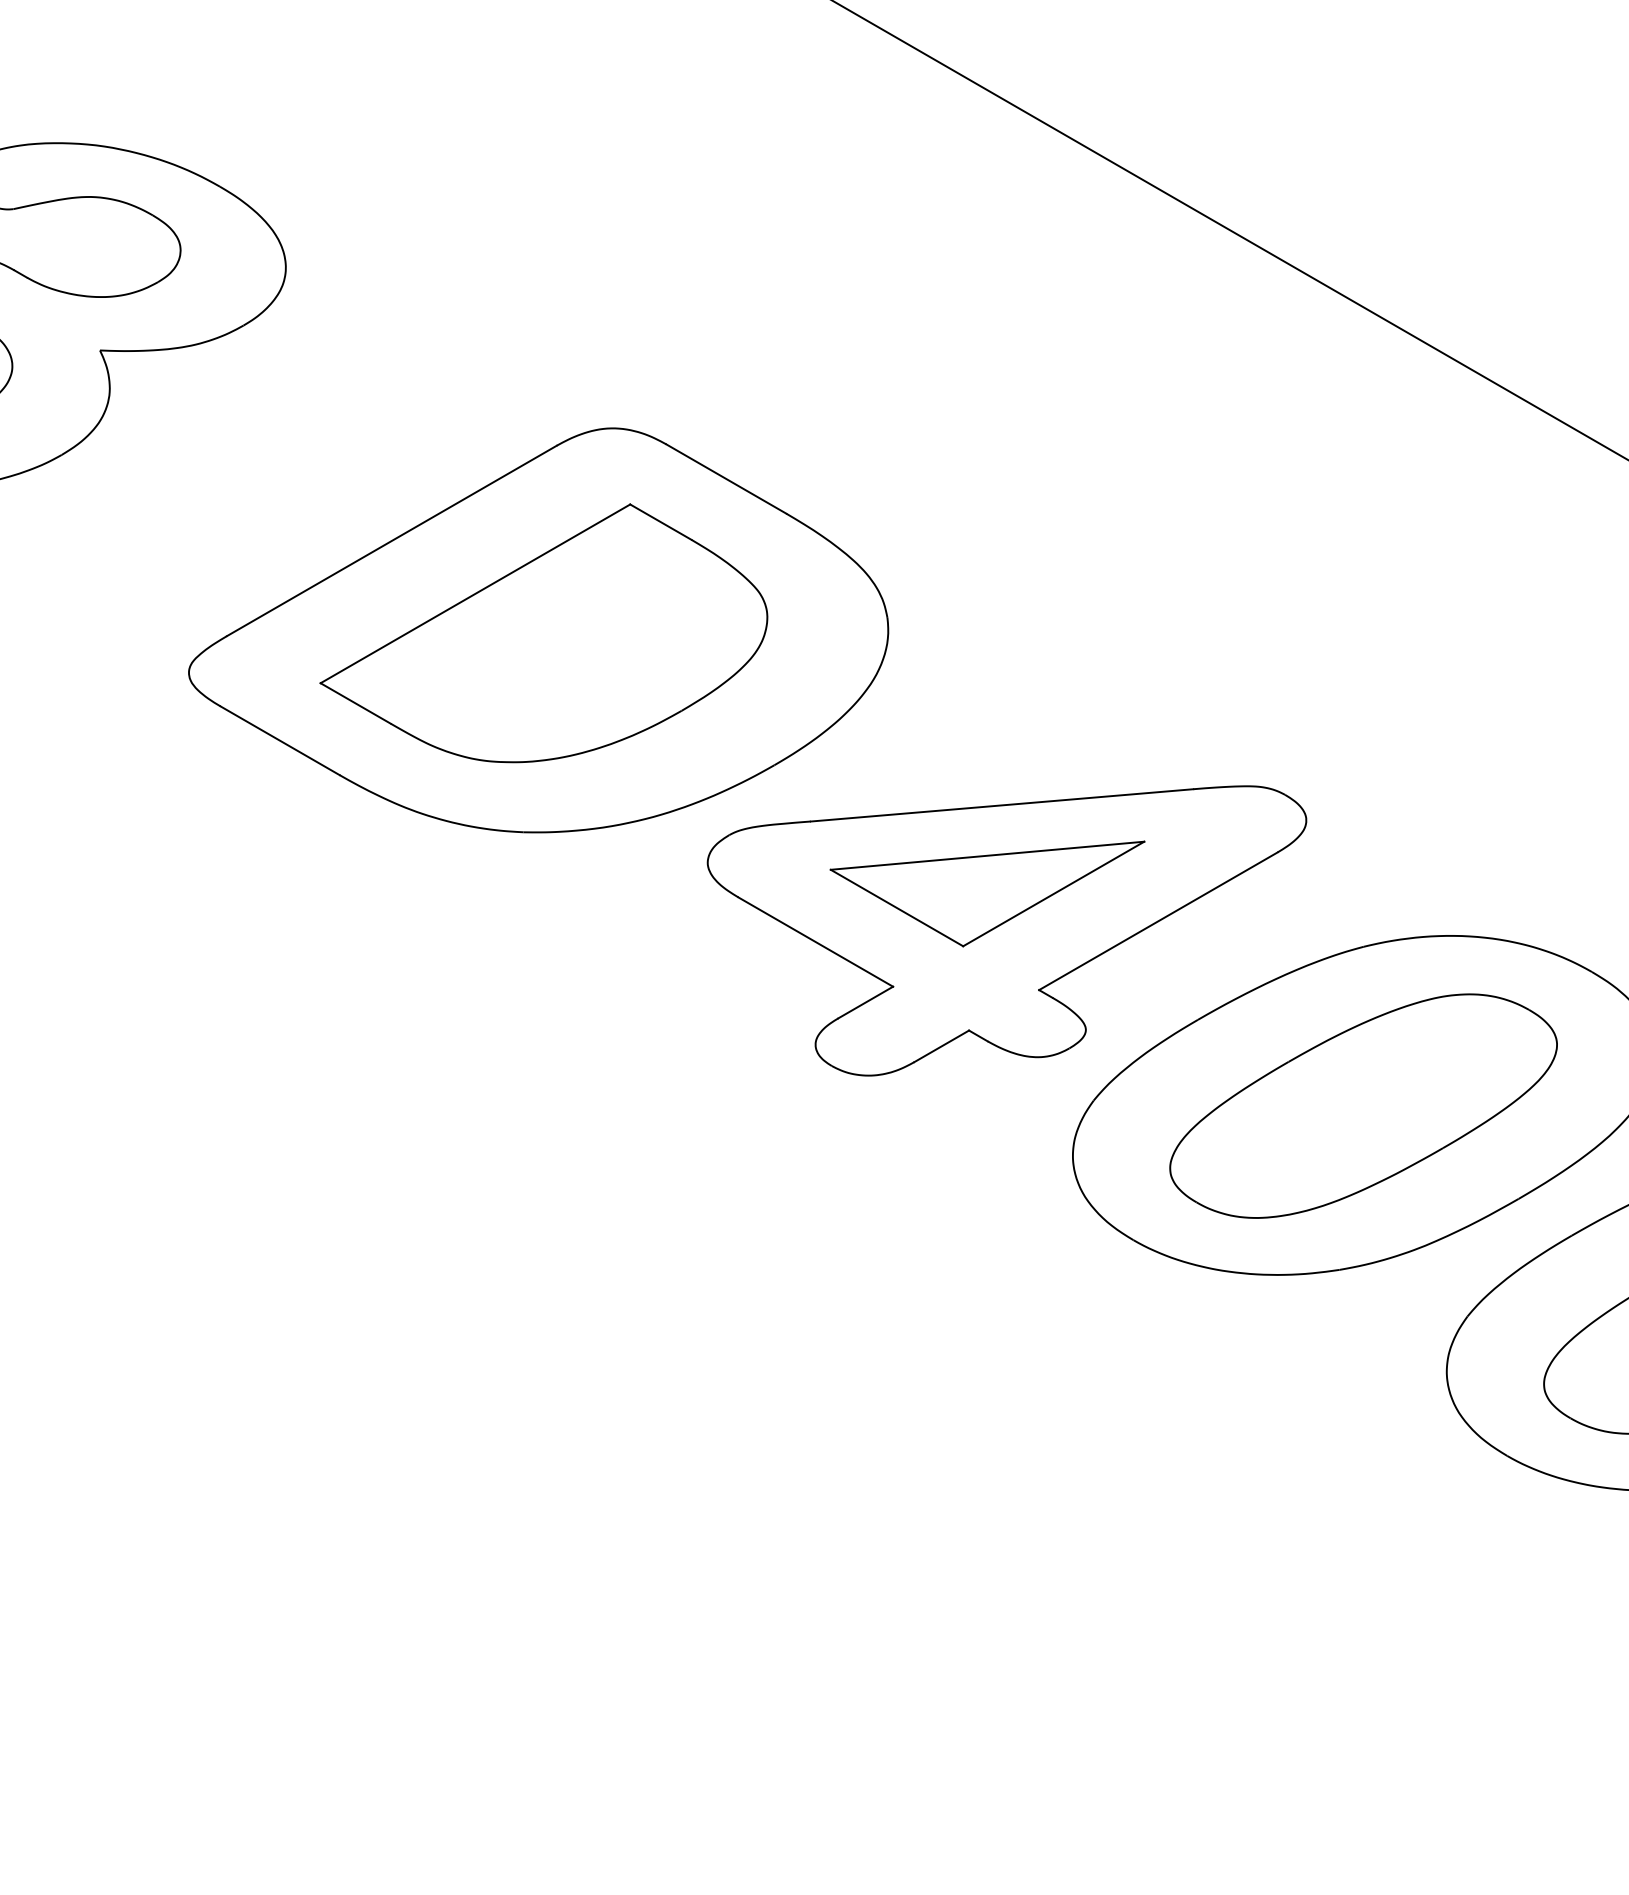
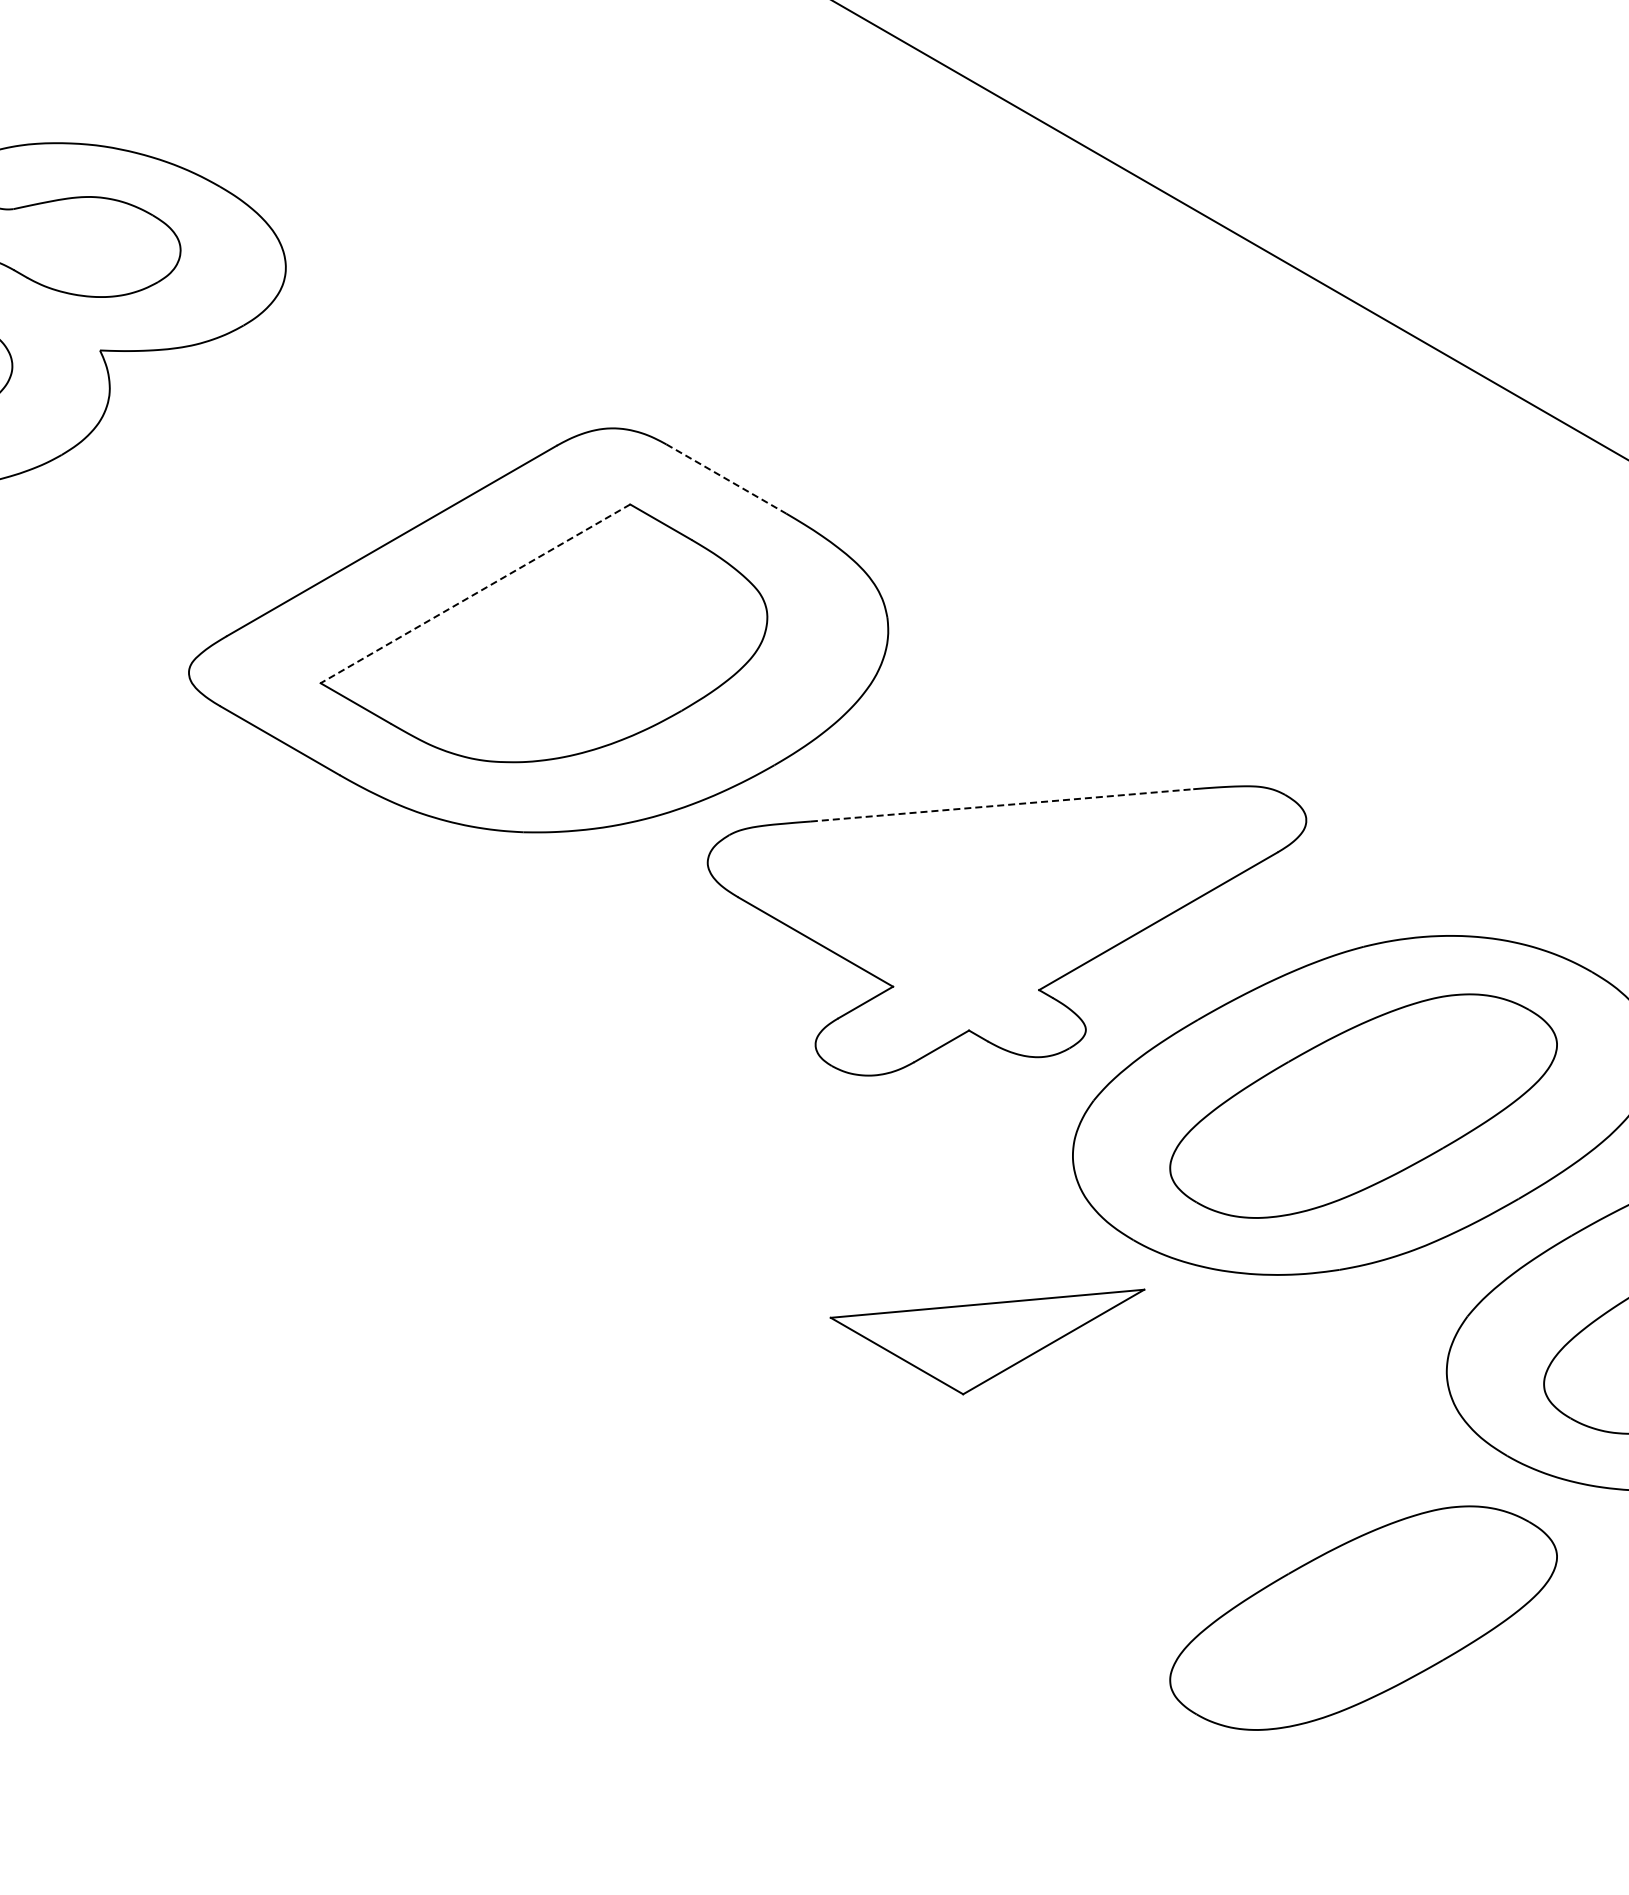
line at (726, 479): solid -> dashed
line at (475, 593): solid -> dashed
line at (1002, 805): solid -> dashed
part at (987, 893) position: (987, 893) -> (987, 1341)
part at (1363, 1617): none -> present
